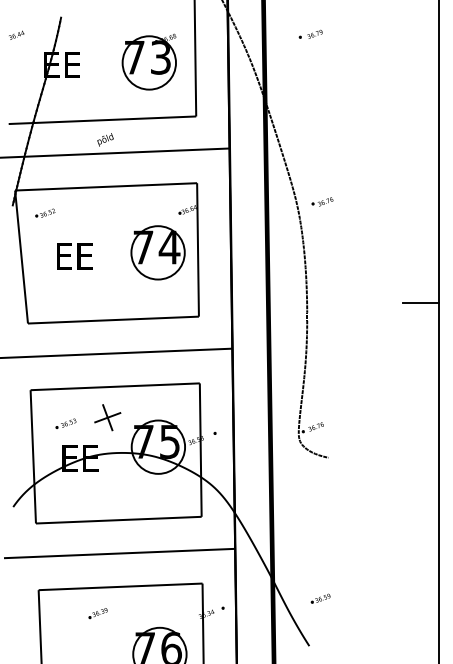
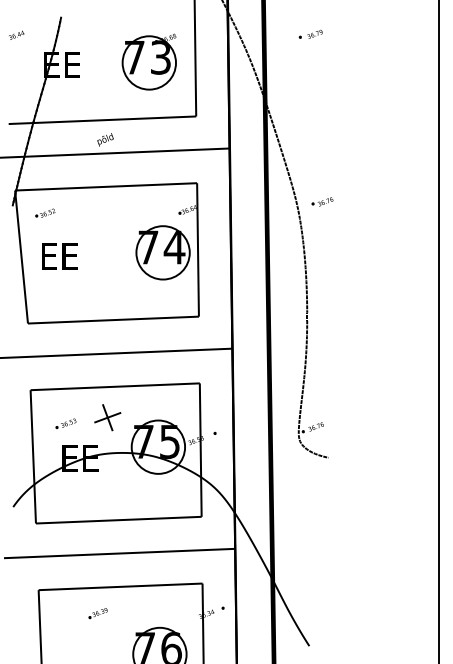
part at (157, 252) position: (157, 252) -> (162, 252)
text at (74, 256) position: (74, 256) -> (59, 256)
line at (420, 302): present -> none
part at (320, 598): present -> none
